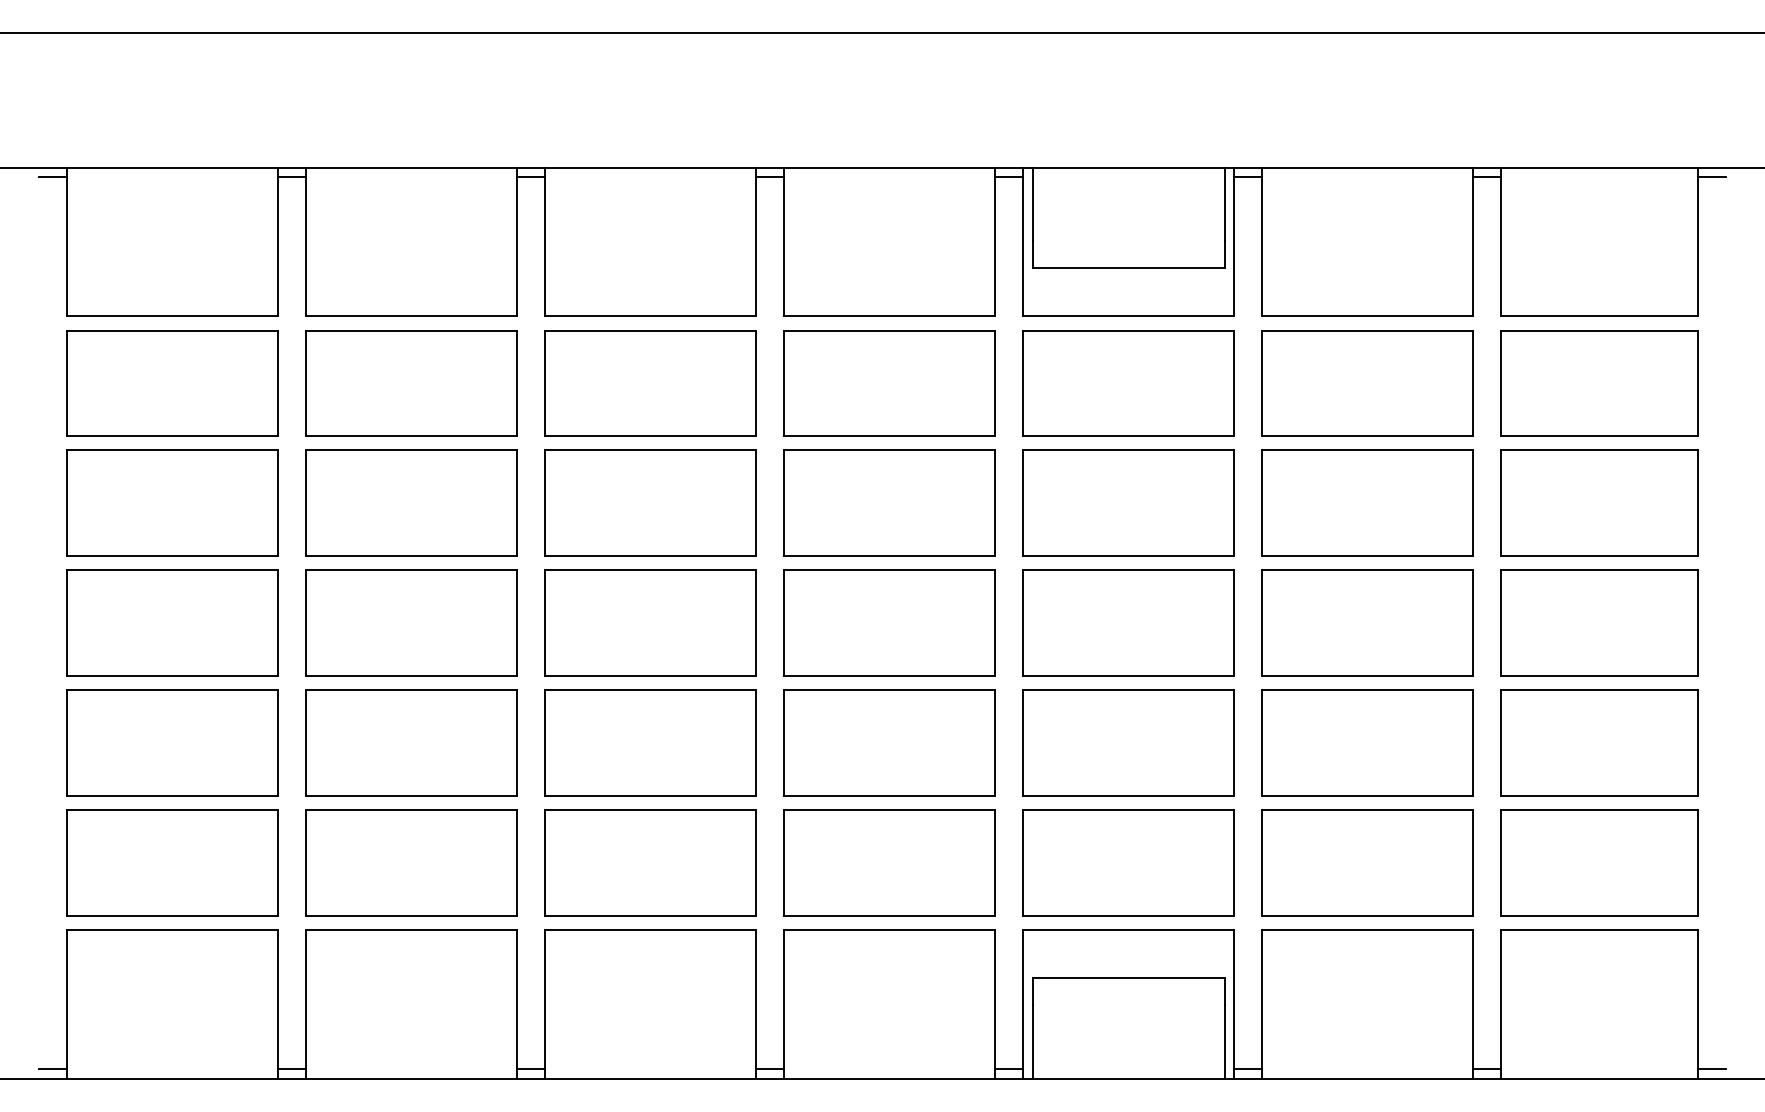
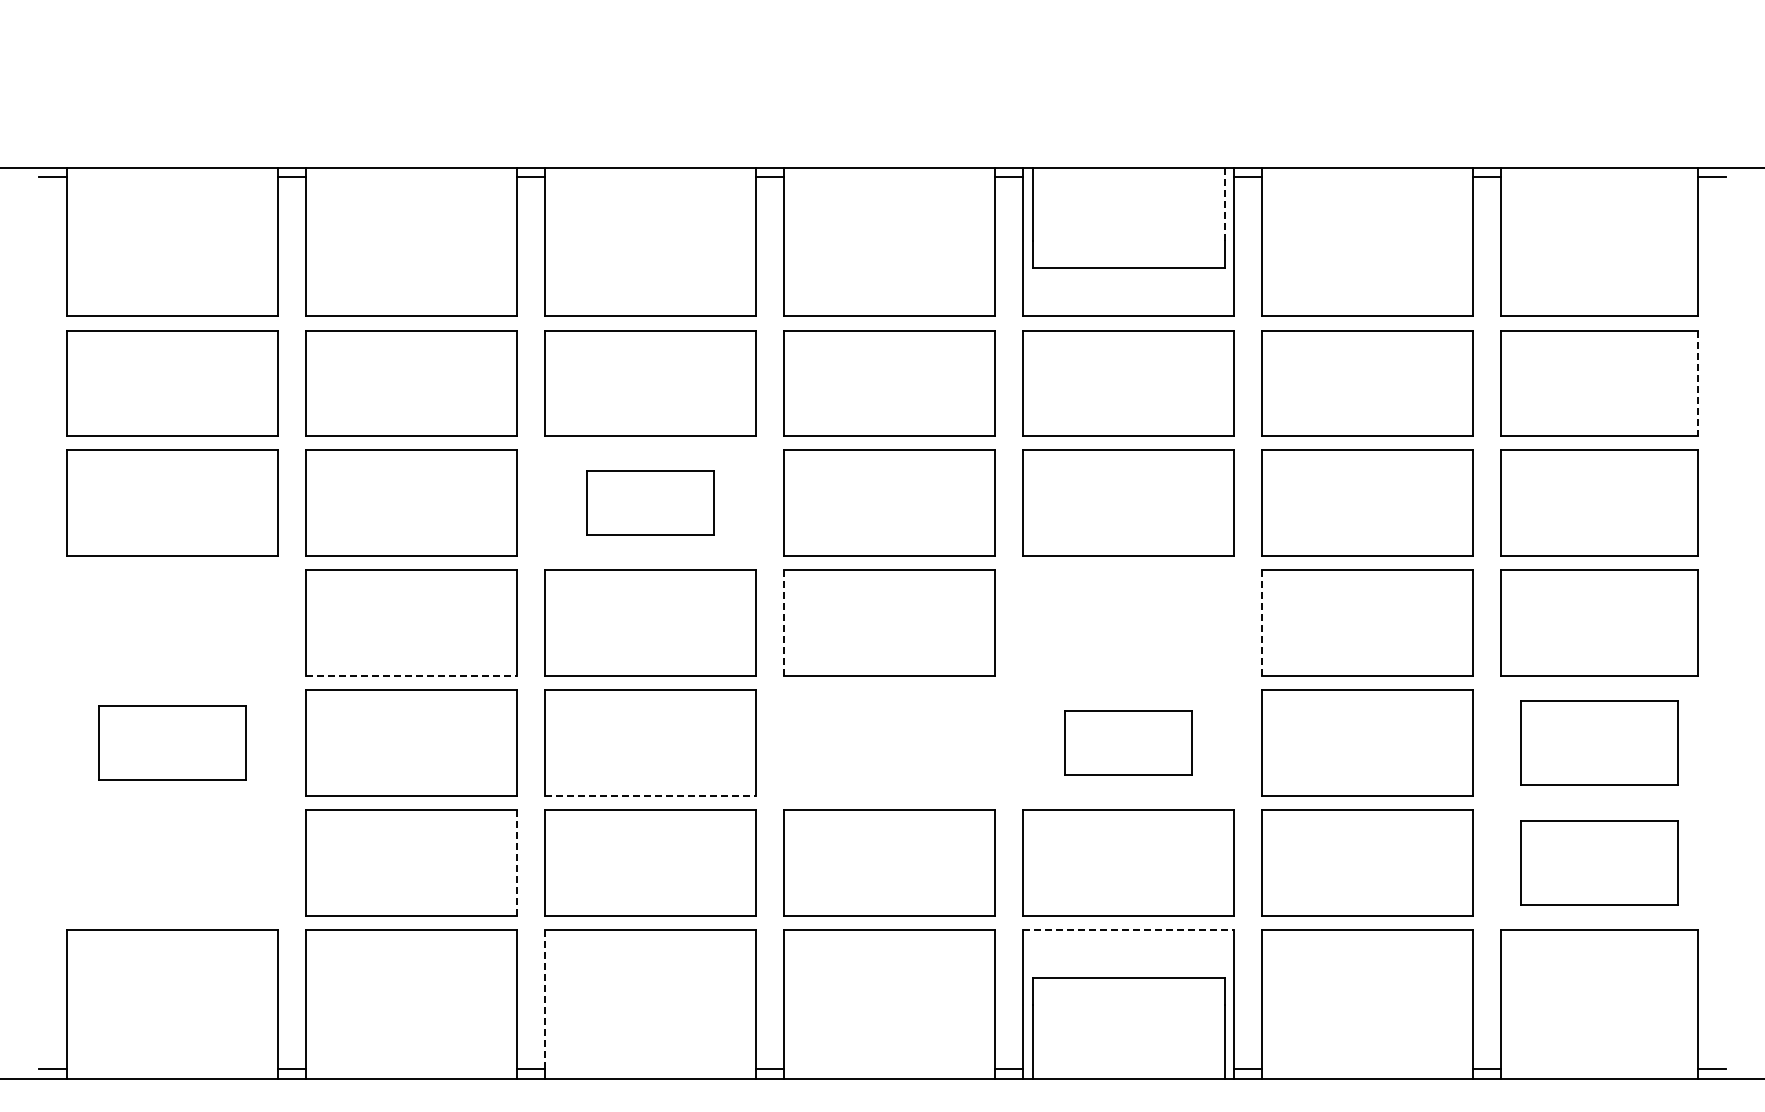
line at (881, 33): present -> none
line at (1224, 204): solid -> dashed
line at (1698, 383): solid -> dashed
part at (650, 502) size: 213x108 px -> 129x66 px
part at (172, 622): present -> none
part at (1128, 622): present -> none
line at (784, 623): solid -> dashed
line at (1262, 623): solid -> dashed
line at (411, 675): solid -> dashed
part at (172, 742) size: 213x108 px -> 149x76 px
part at (889, 742): present -> none
part at (1128, 742) size: 213x108 px -> 129x66 px
part at (1599, 742) size: 199x108 px -> 159x86 px
line at (650, 795): solid -> dashed
part at (172, 862): present -> none
line at (517, 862): solid -> dashed
part at (1599, 862) size: 199x108 px -> 159x86 px
line at (1128, 930): solid -> dashed
line at (545, 999): solid -> dashed
